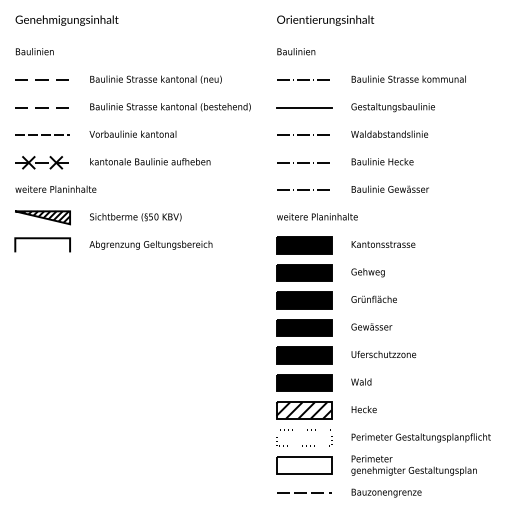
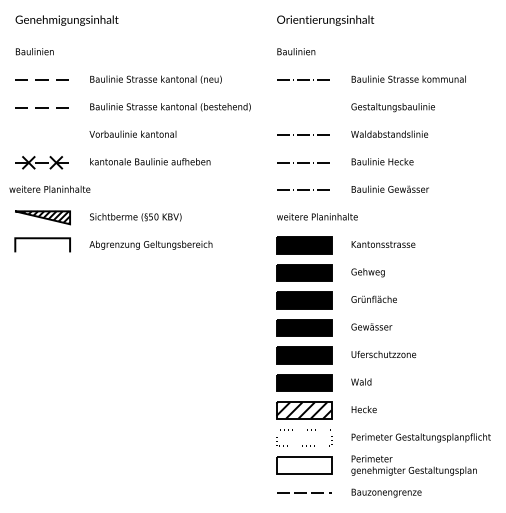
line at (303, 107): present -> none
line at (42, 135): present -> none
text at (55, 188) position: (55, 188) -> (49, 188)
